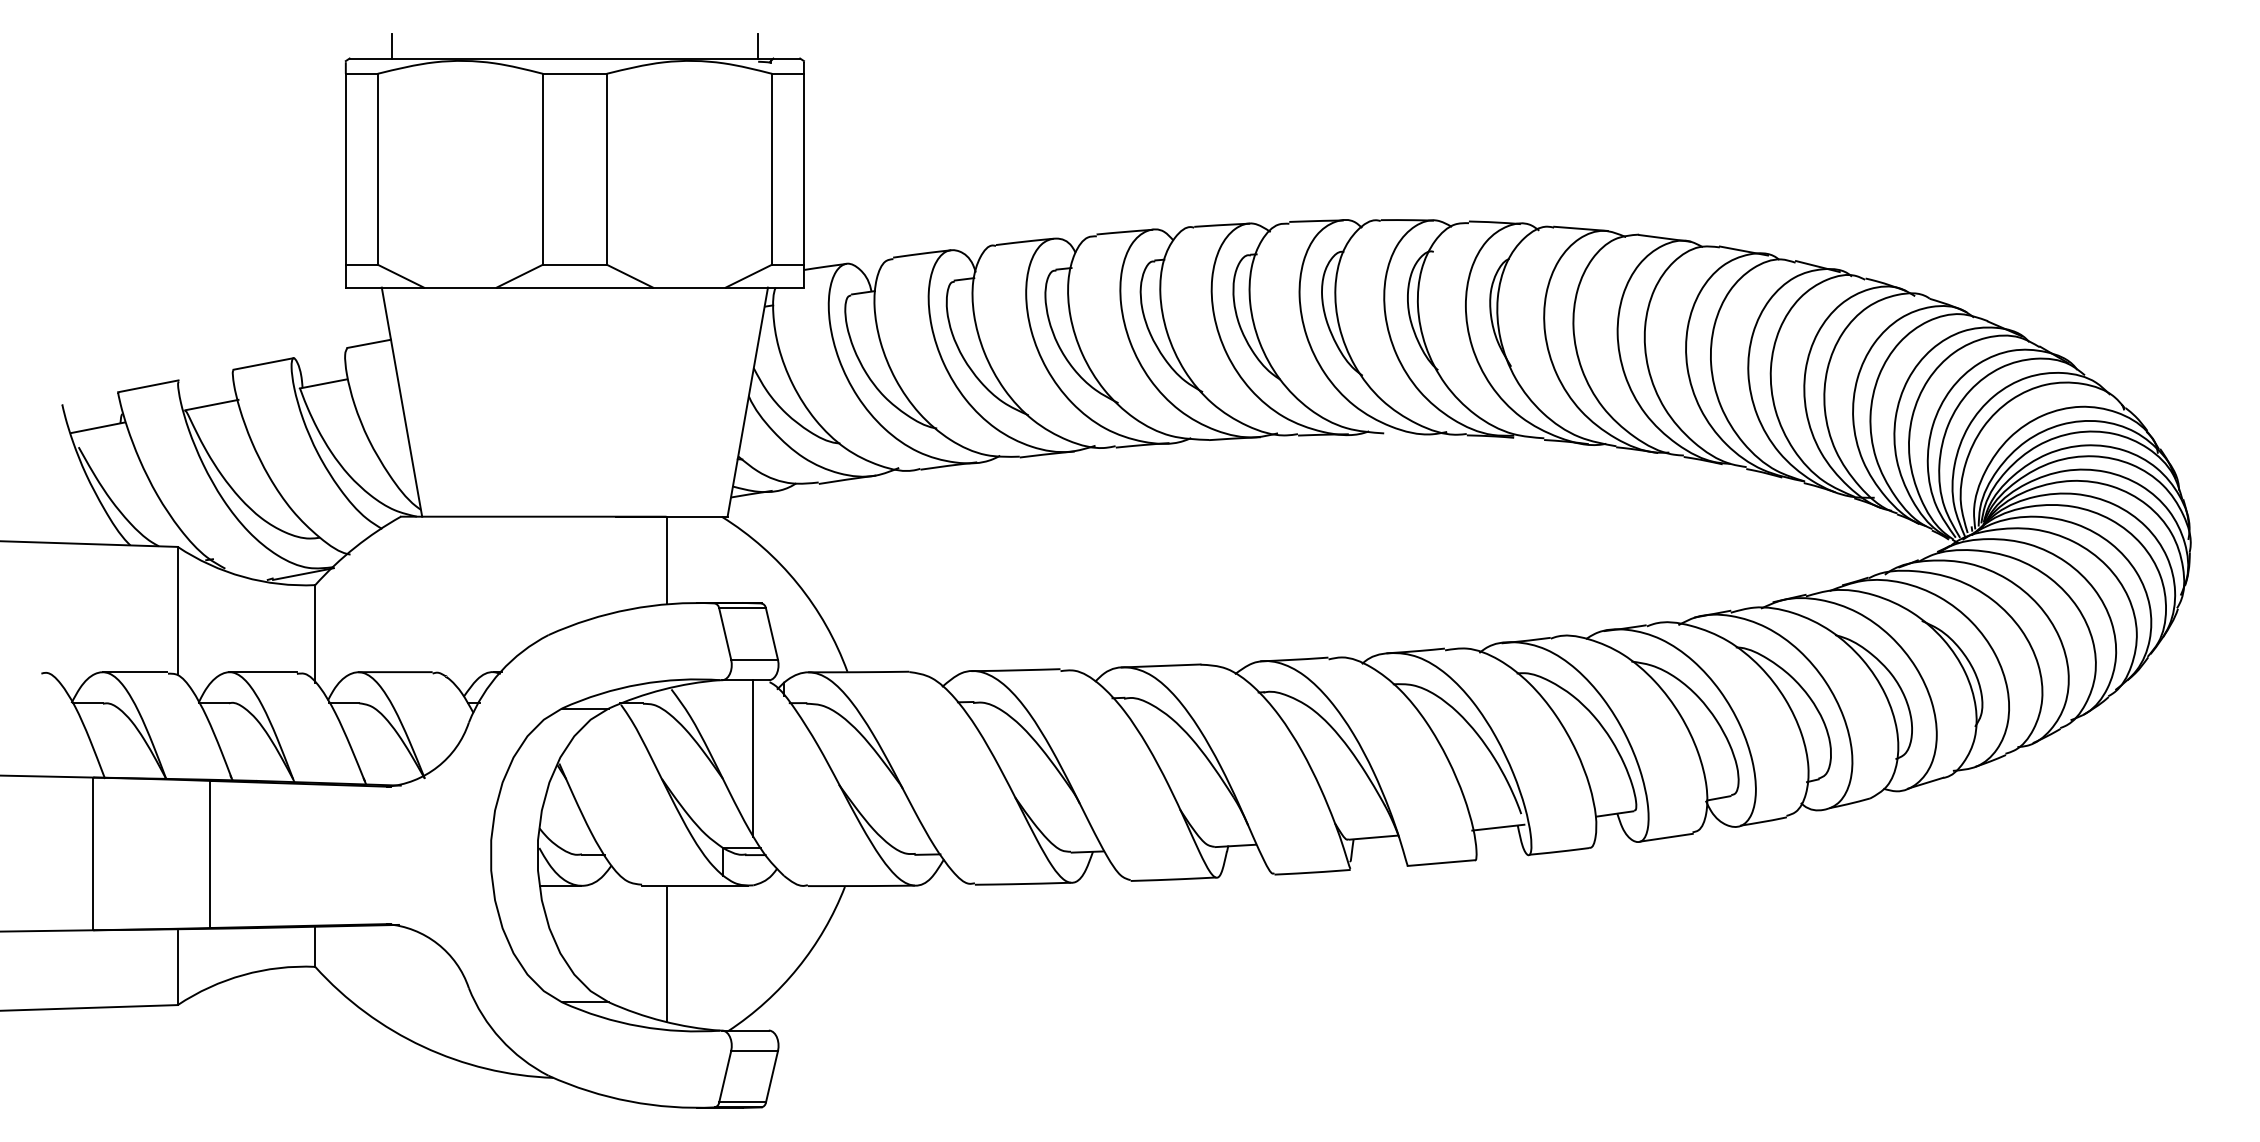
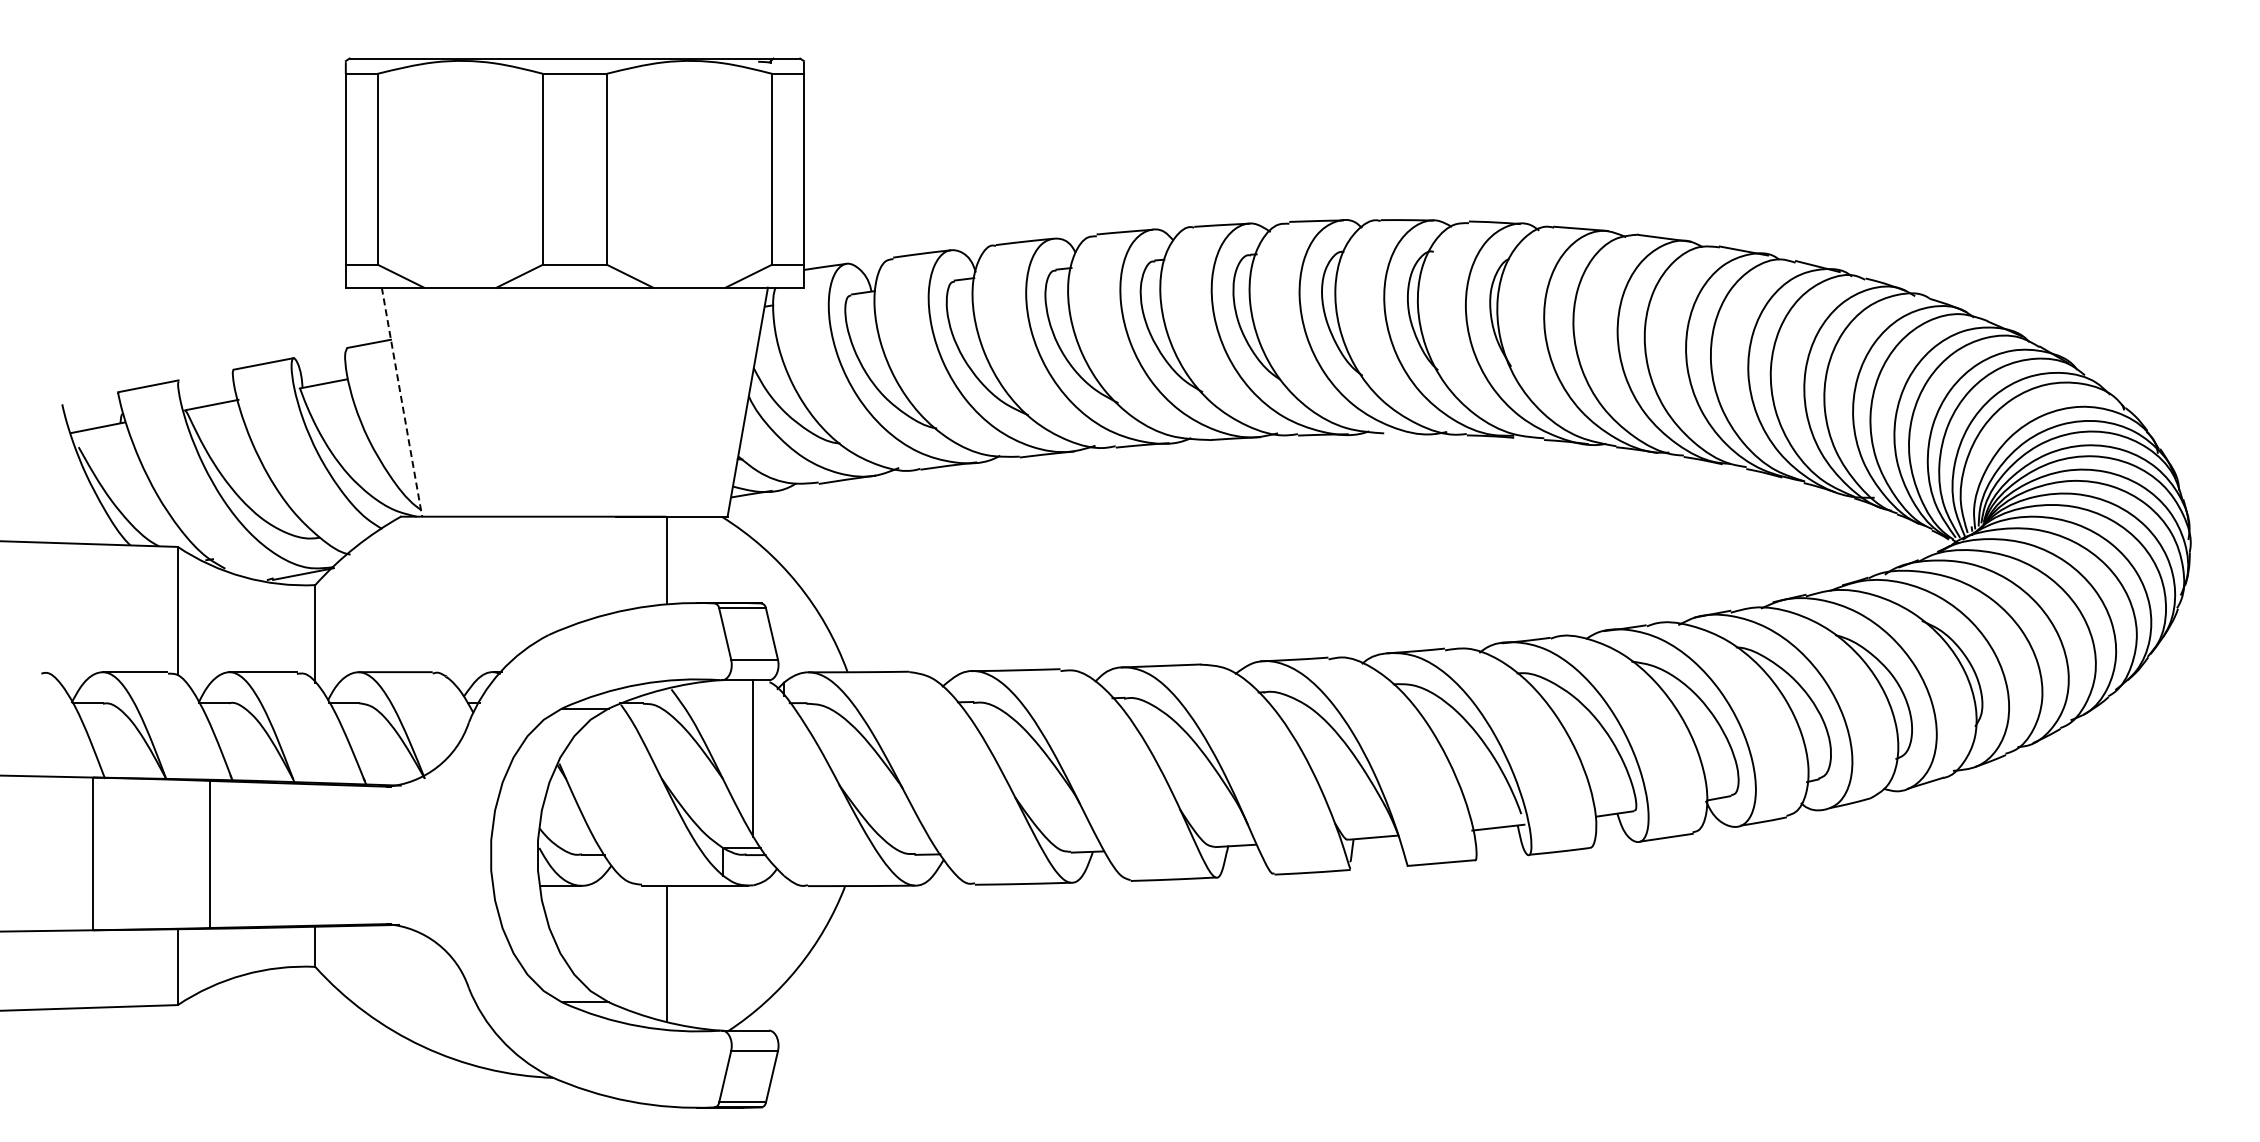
line at (391, 46): present -> none
line at (758, 46): present -> none
line at (402, 402): solid -> dashed
